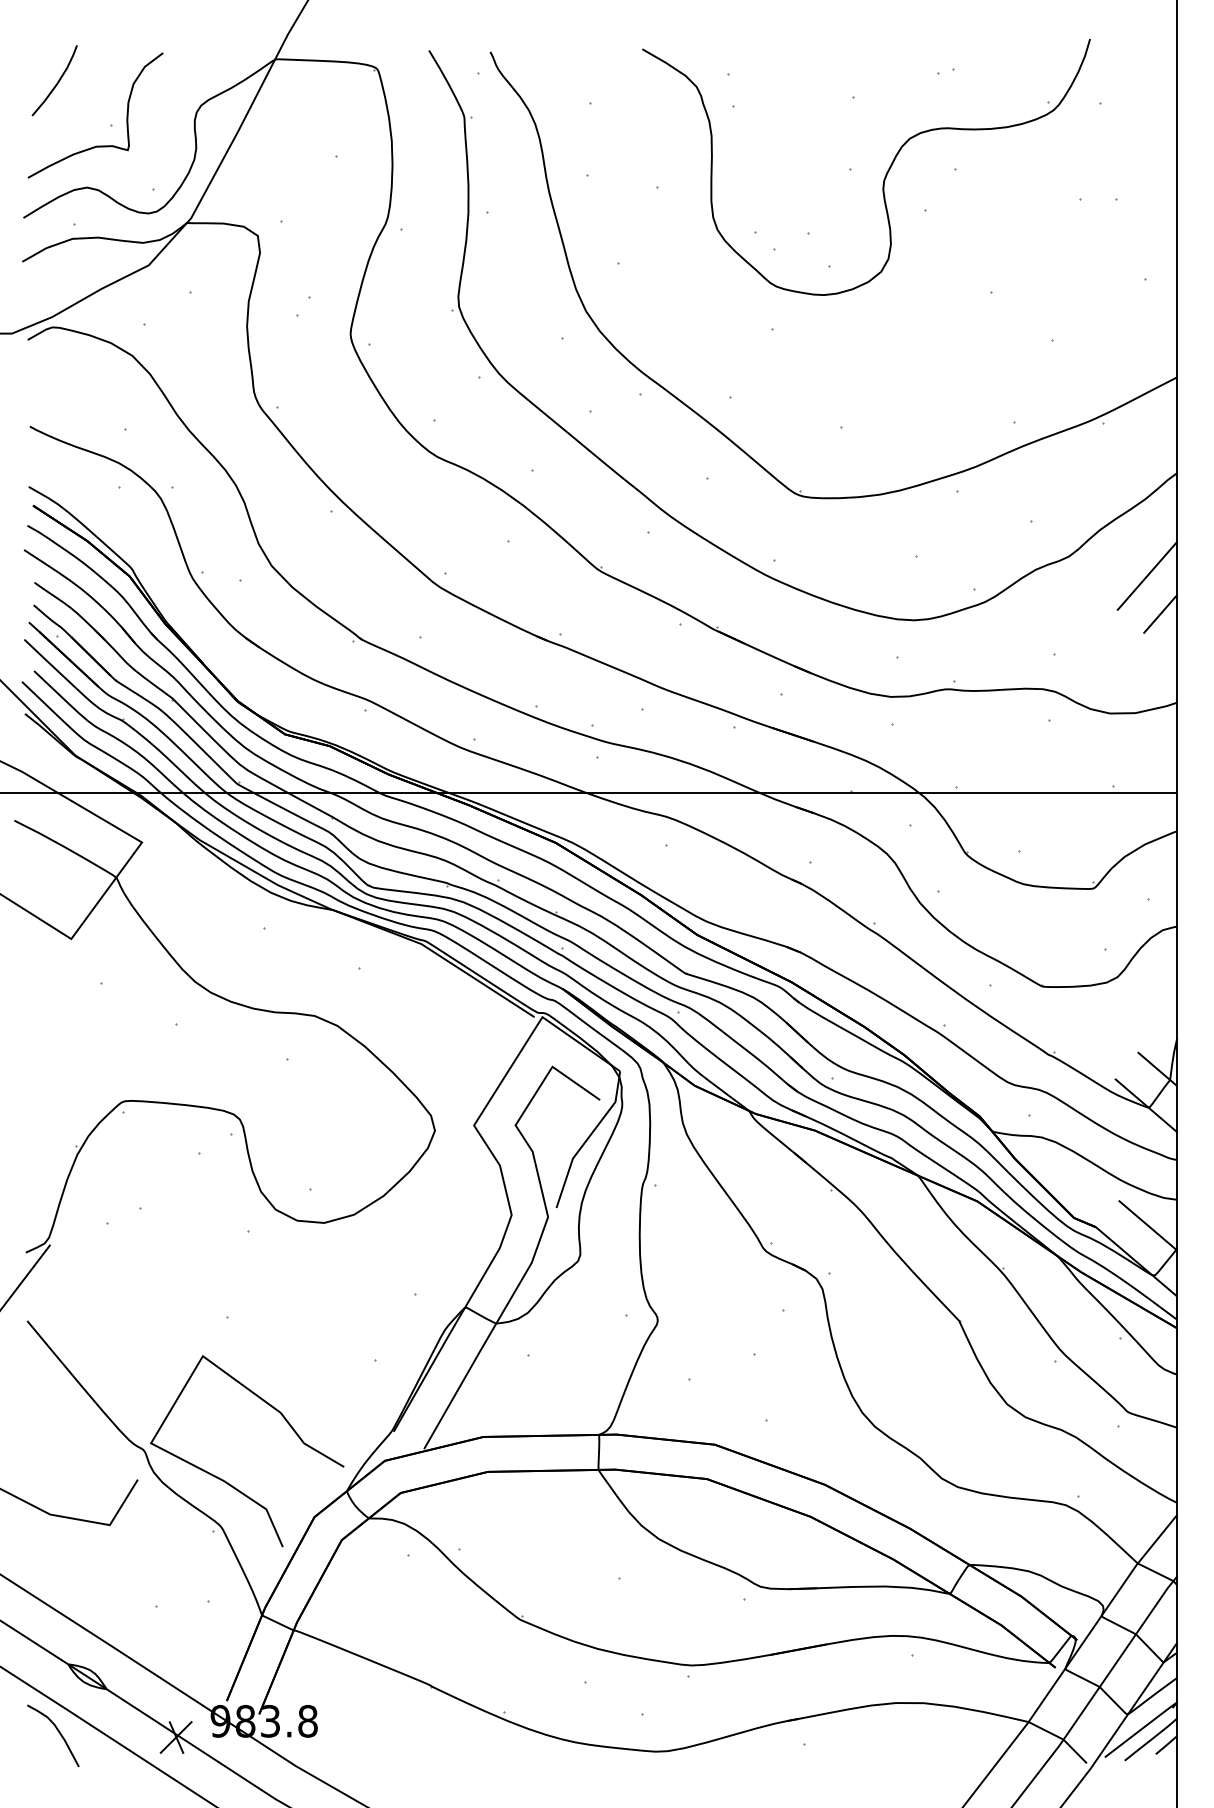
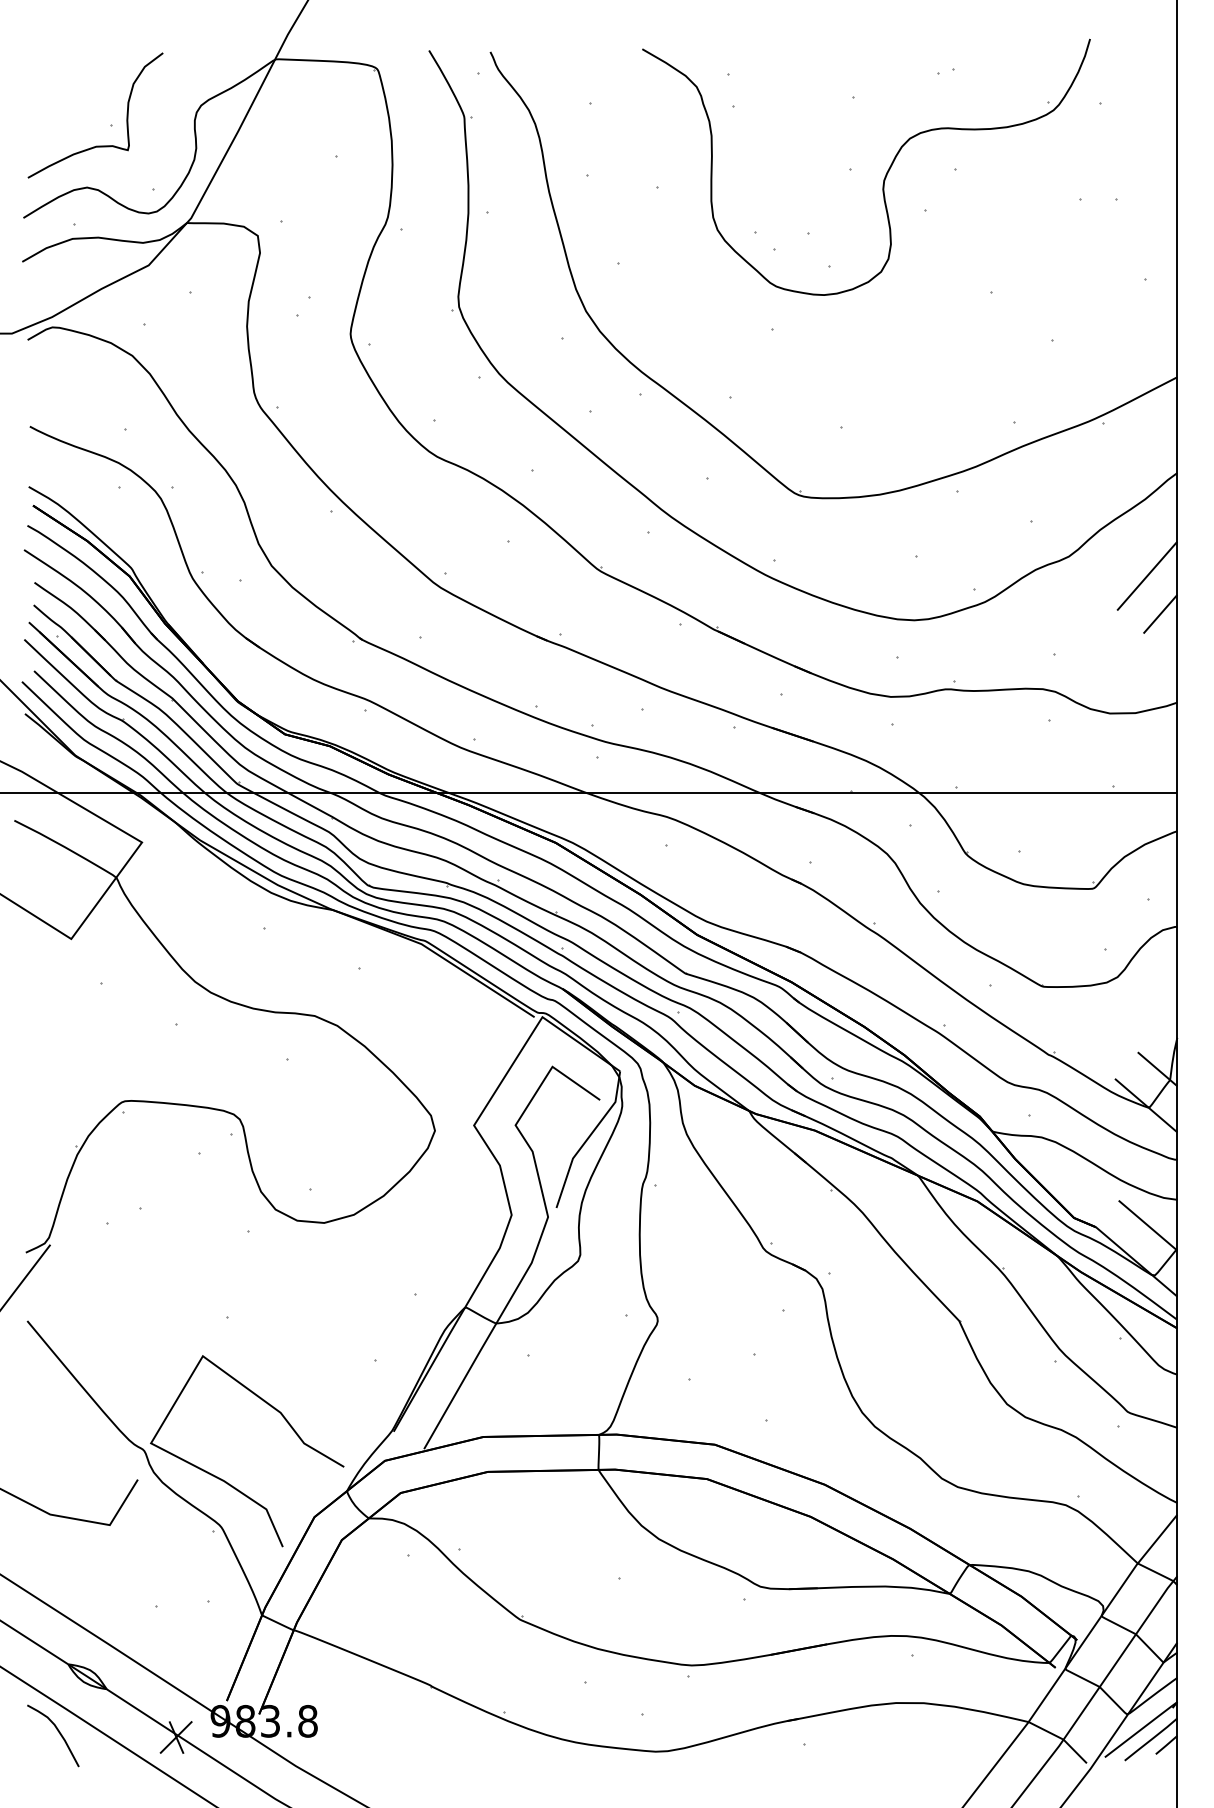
curve at (57, 81): present -> none
